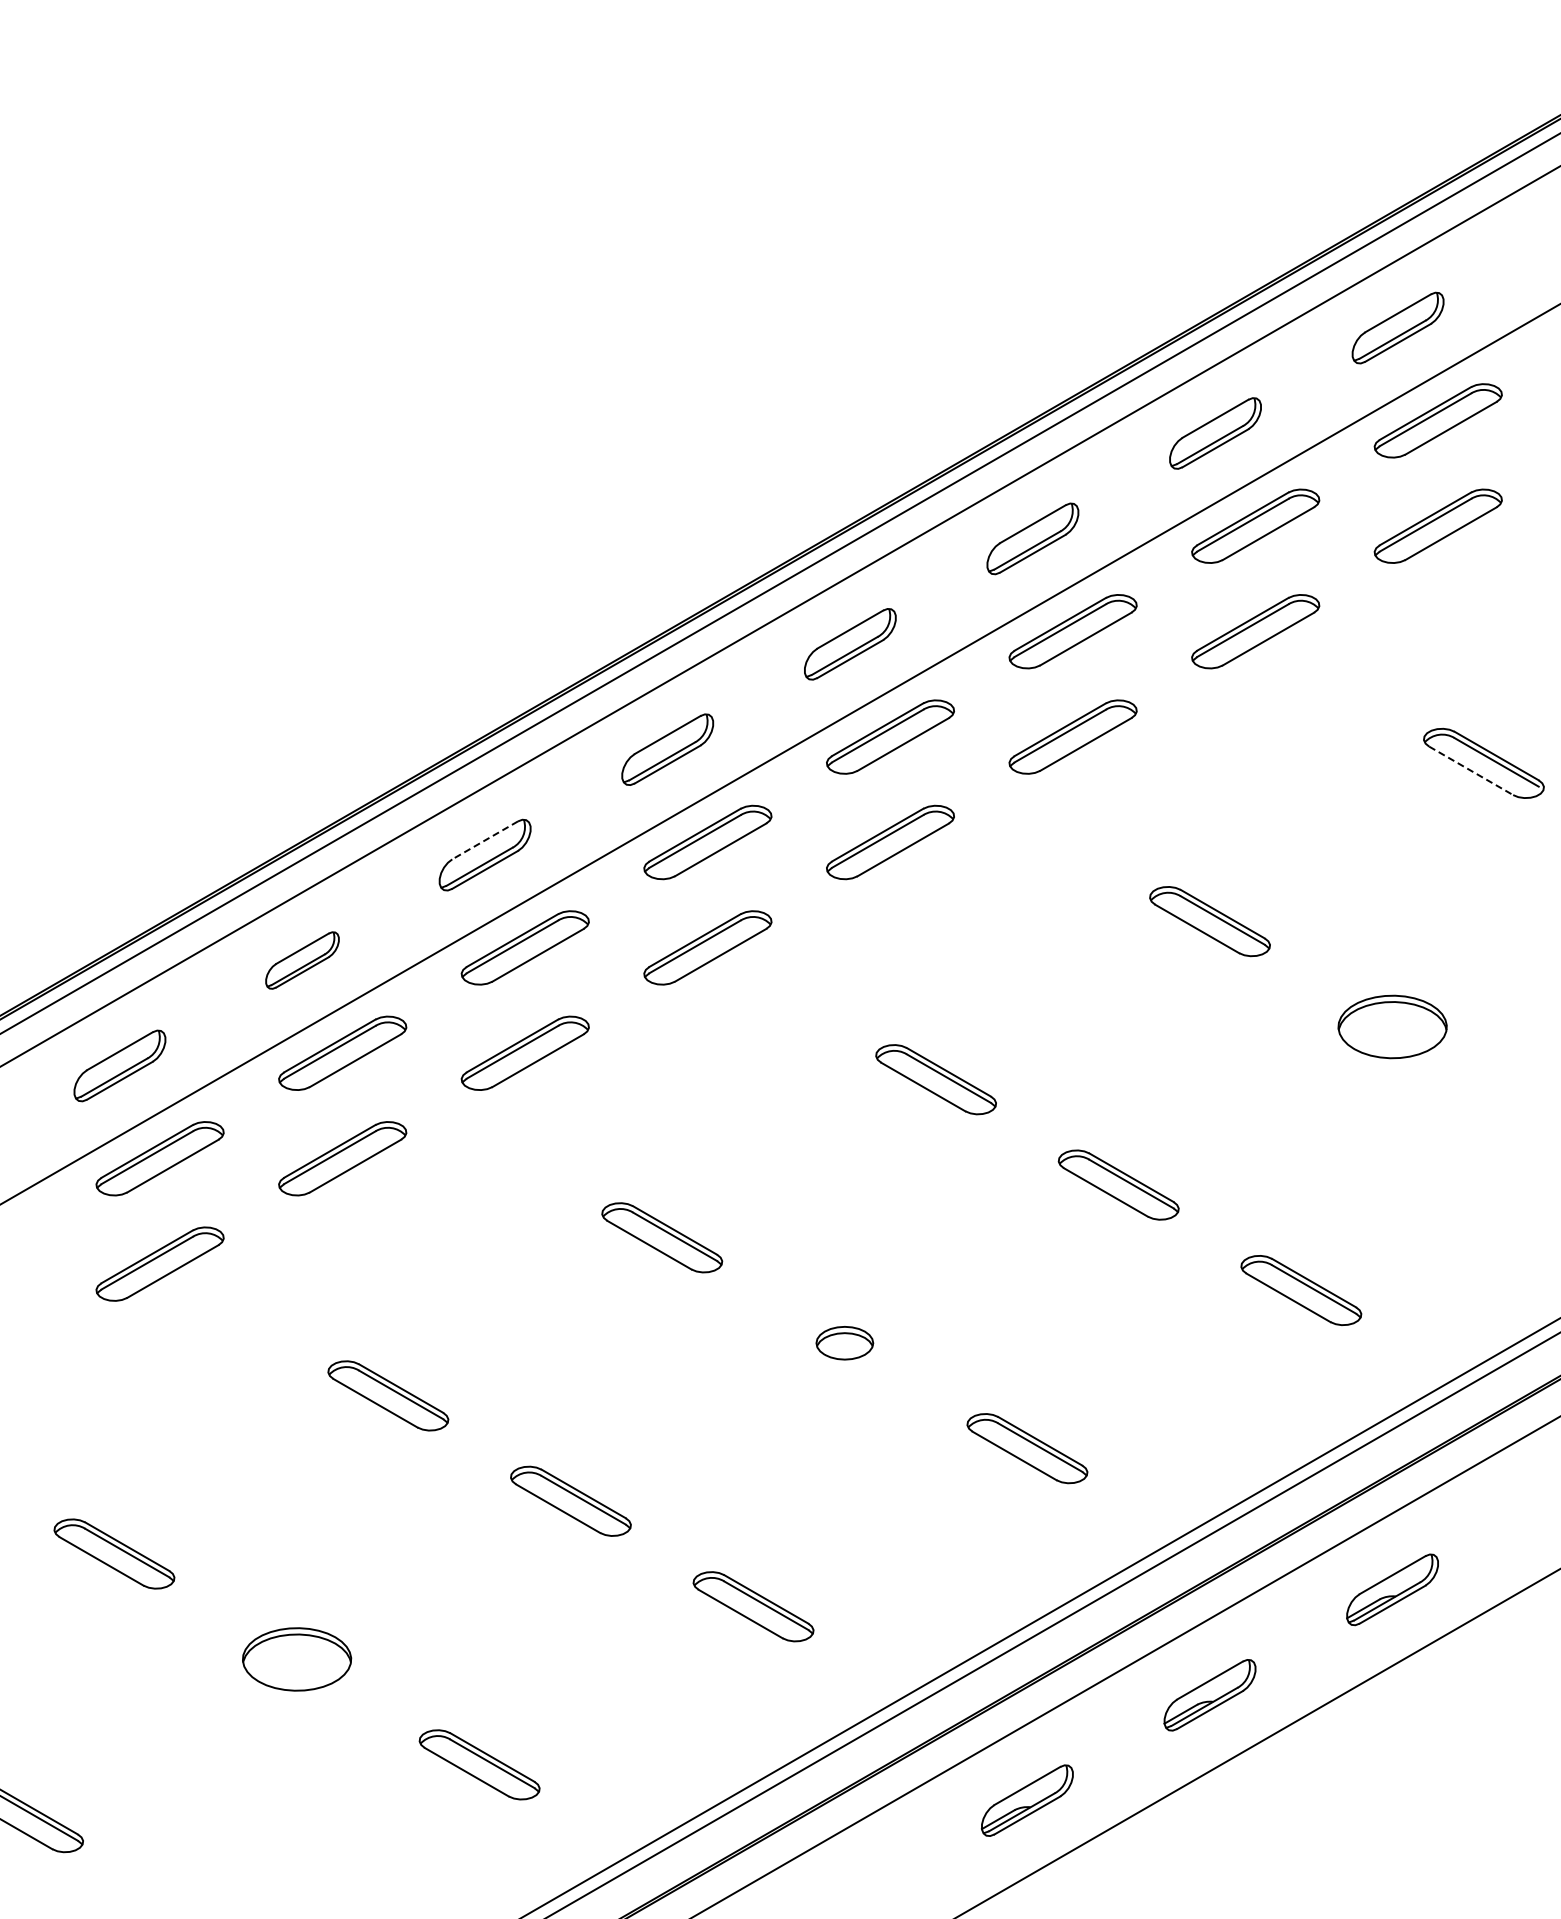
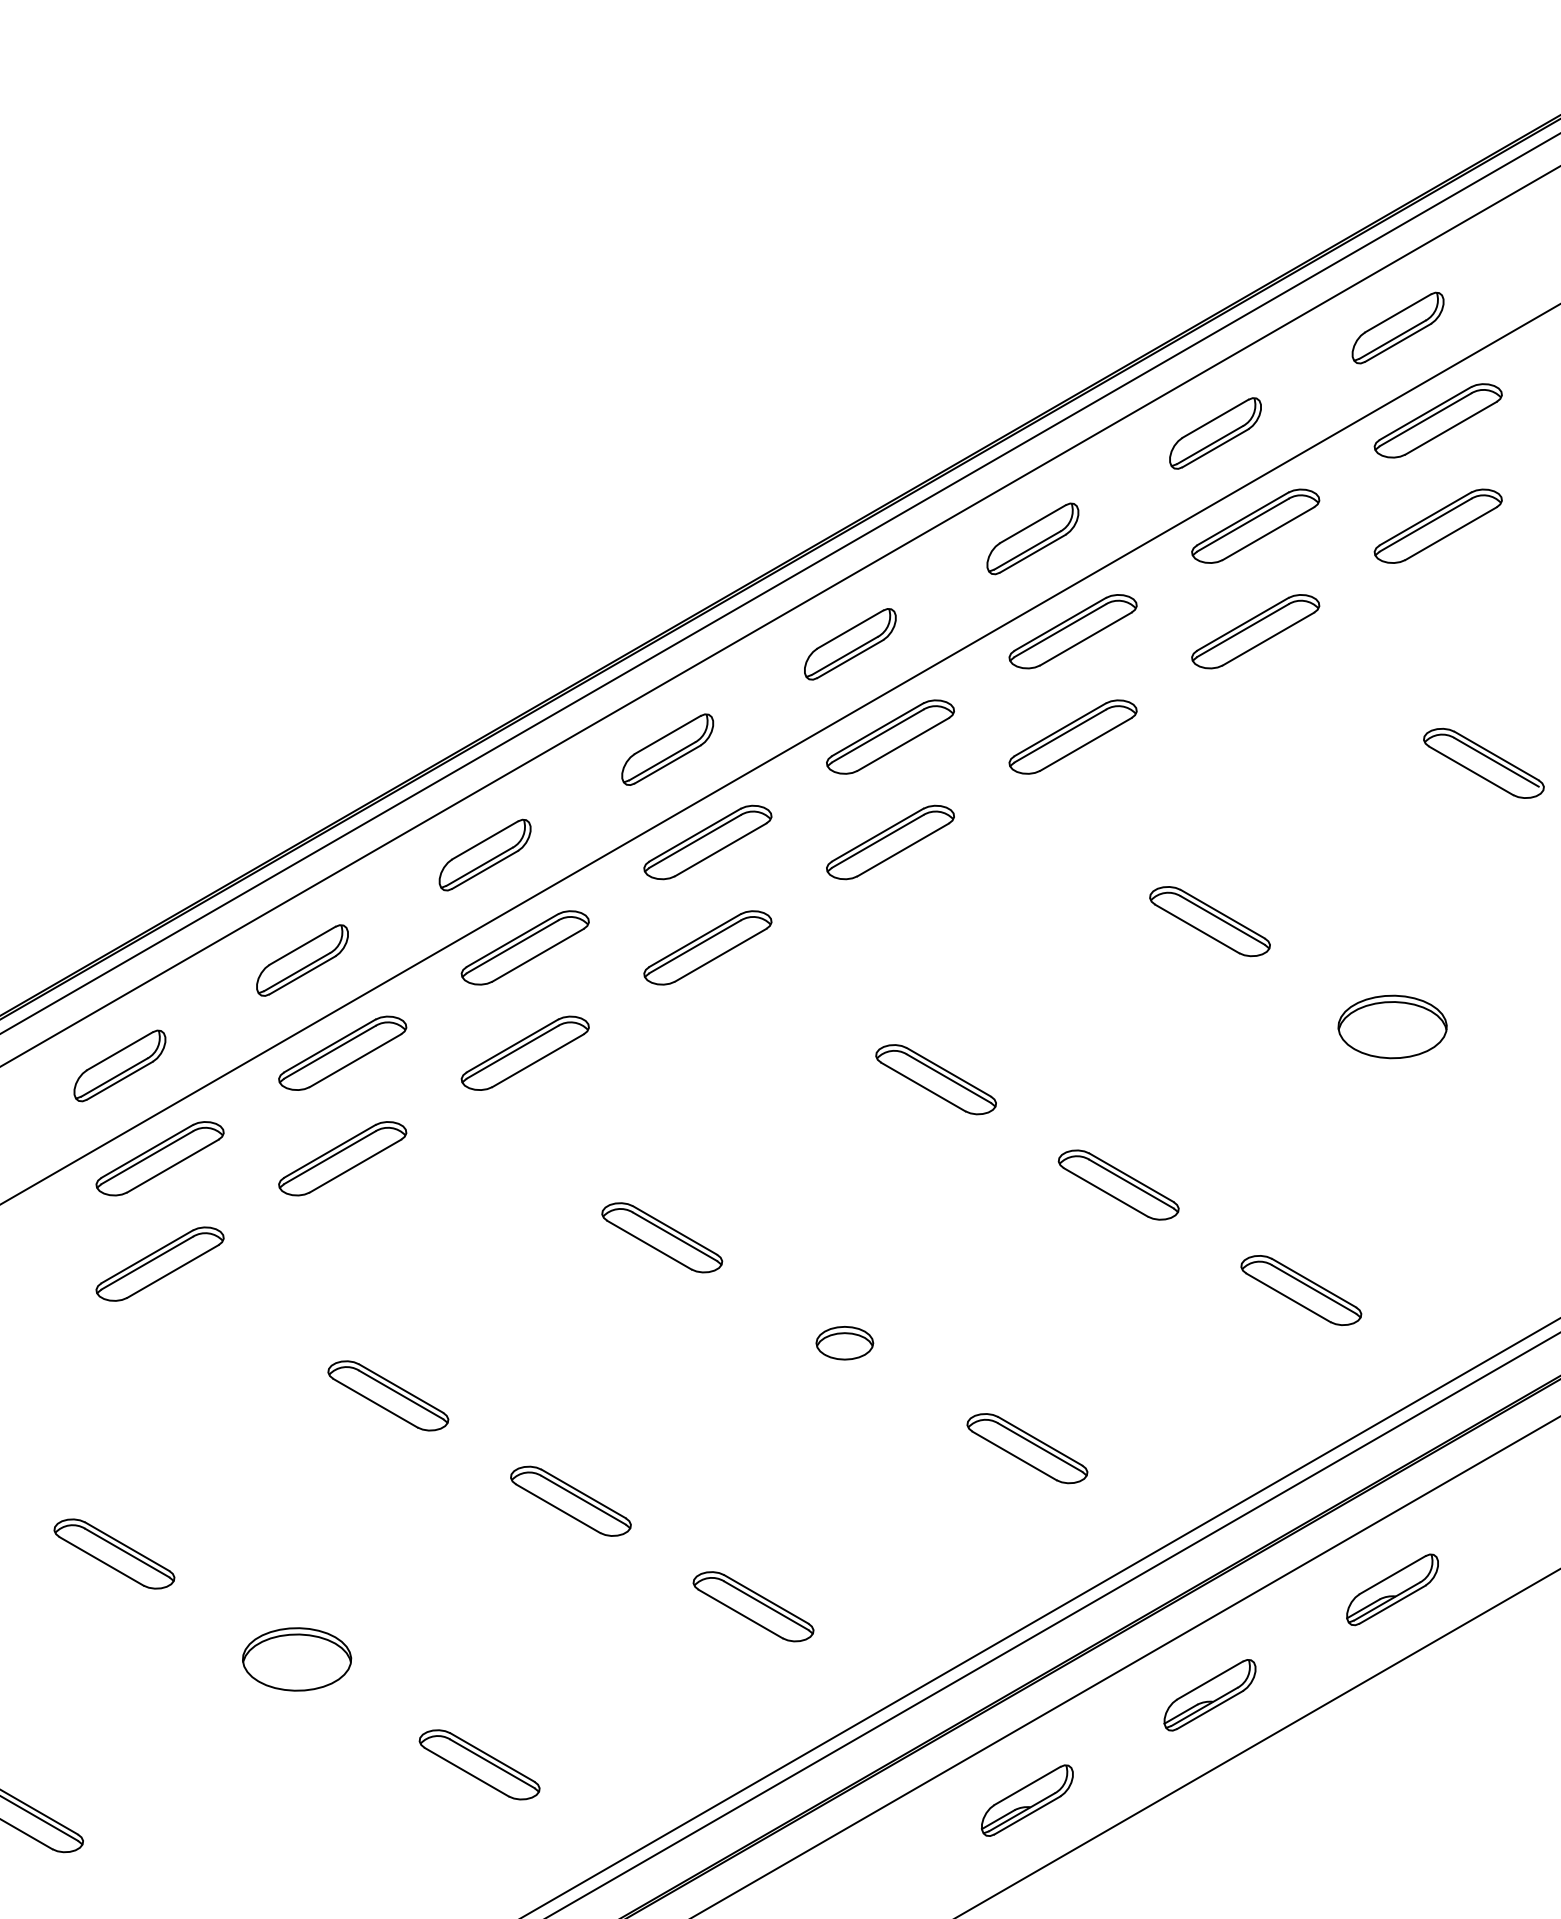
line at (1471, 770): dashed -> solid
line at (485, 840): dashed -> solid
part at (302, 960) size: 75x59 px -> 93x73 px
